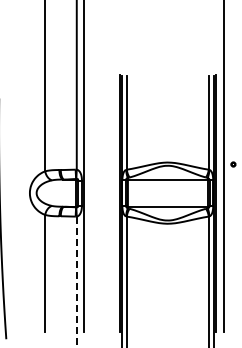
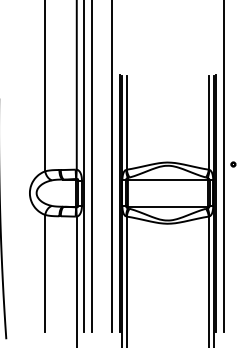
line at (92, 167): none -> present
line at (111, 167): none -> present
line at (76, 282): dashed -> solid
